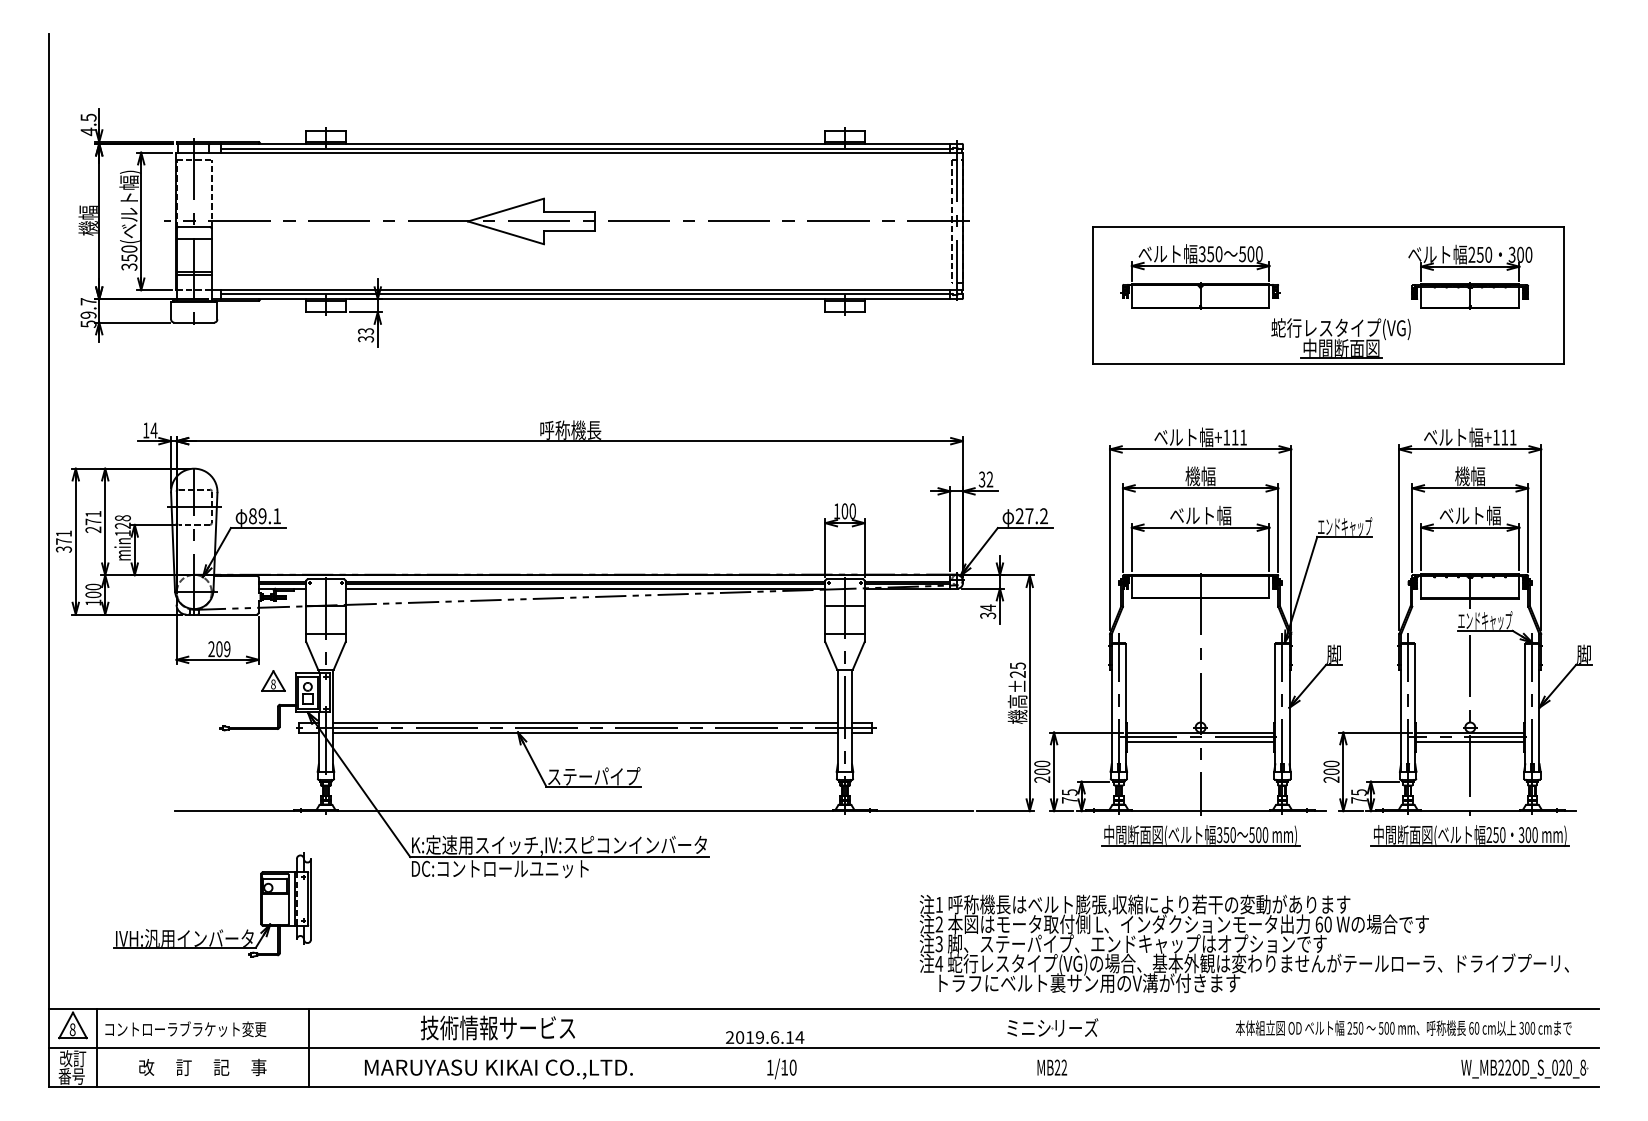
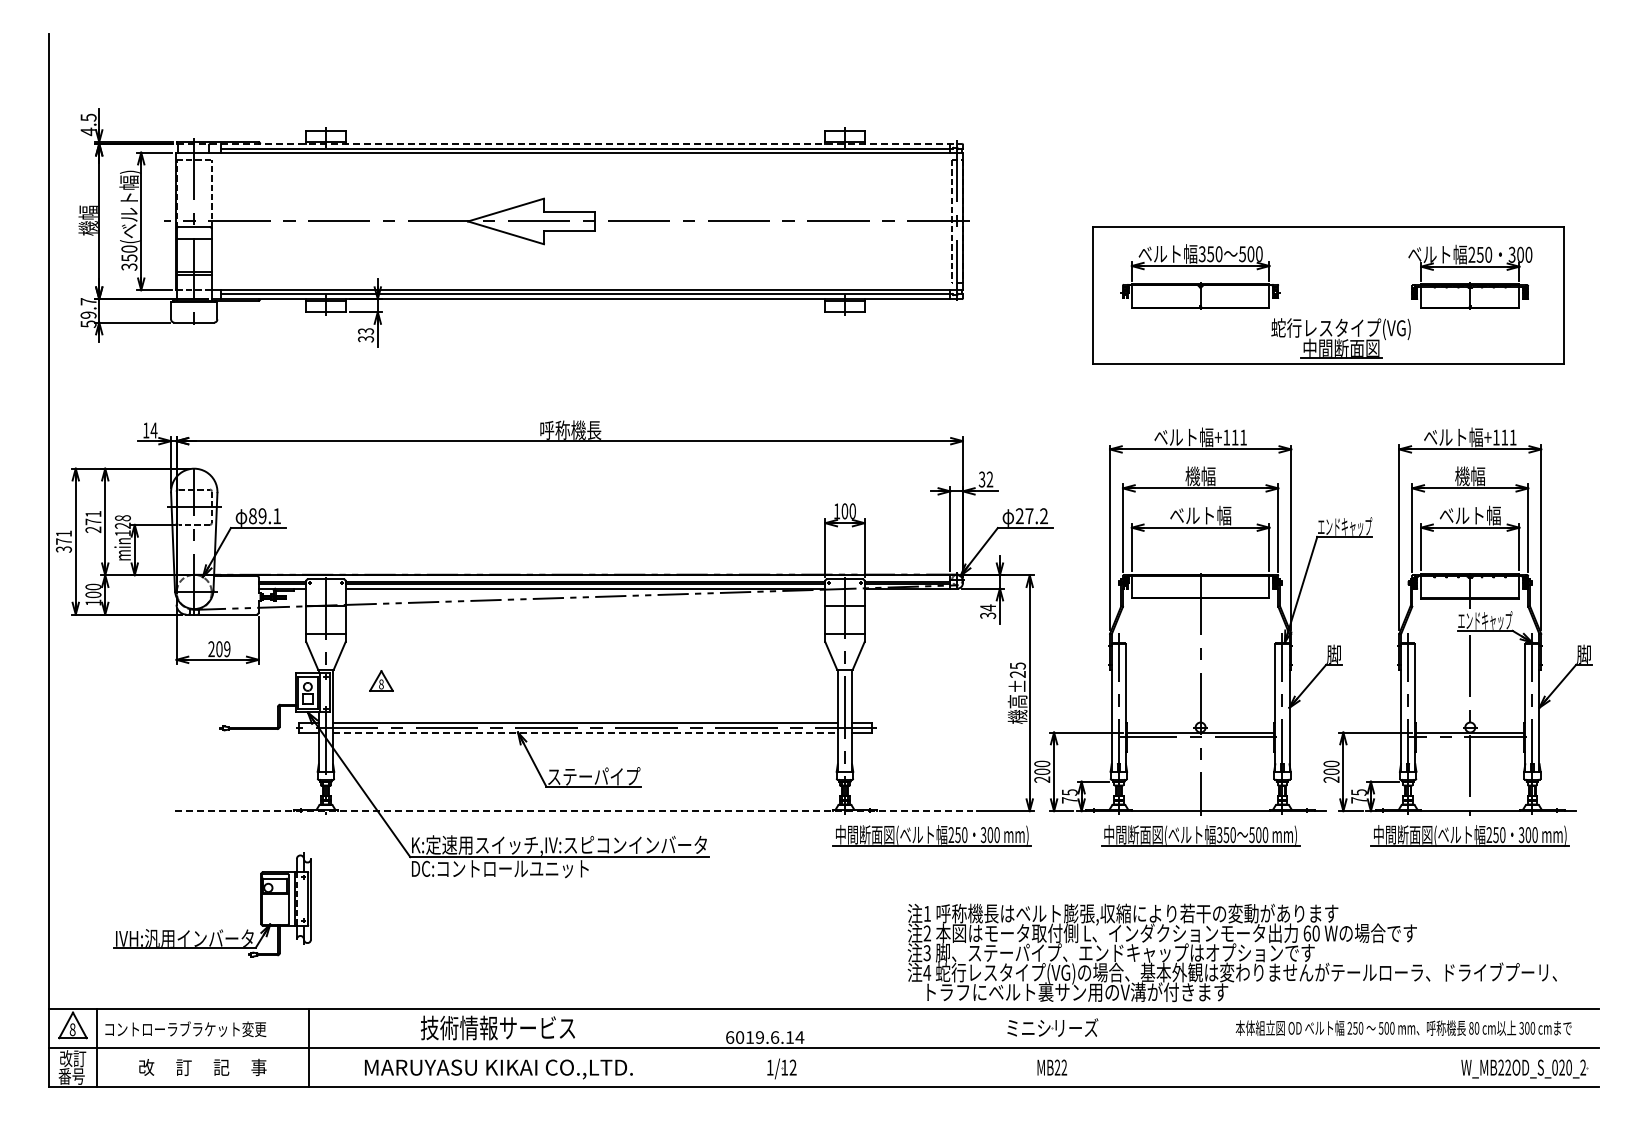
line at (569, 143): solid -> dashed
part at (273, 680) position: (273, 680) -> (381, 680)
line at (585, 732): solid -> dashed
line at (1200, 742): present -> none
line at (1470, 742): present -> none
line at (574, 811): solid -> dashed
part at (931, 835): none -> present
text at (1243, 943) position: (1243, 943) -> (1231, 952)
text at (1471, 1028): 60 -> 80
text at (730, 1037): 2019.6.14 -> 6019.6.14
text at (792, 1067): 1/10 -> 1/12
text at (1583, 1067): W_MB22OD_S_020_8 -> W_MB22OD_S_020_2
